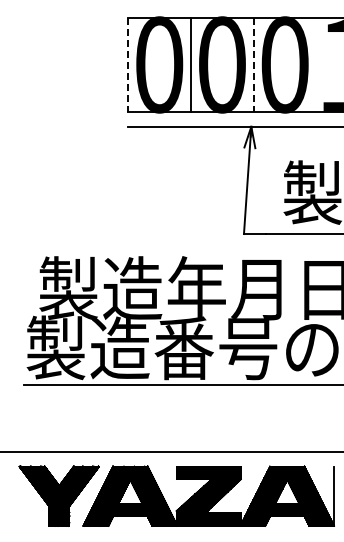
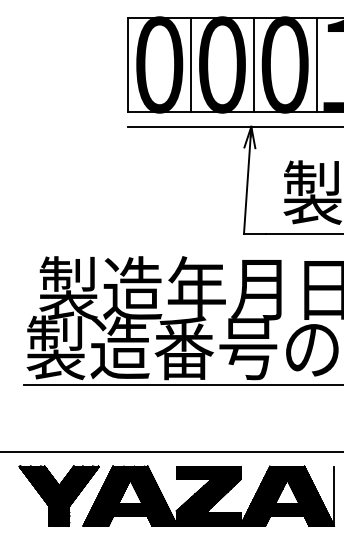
line at (316, 64): none -> present
line at (128, 65): dashed -> solid
line at (253, 65): dashed -> solid
